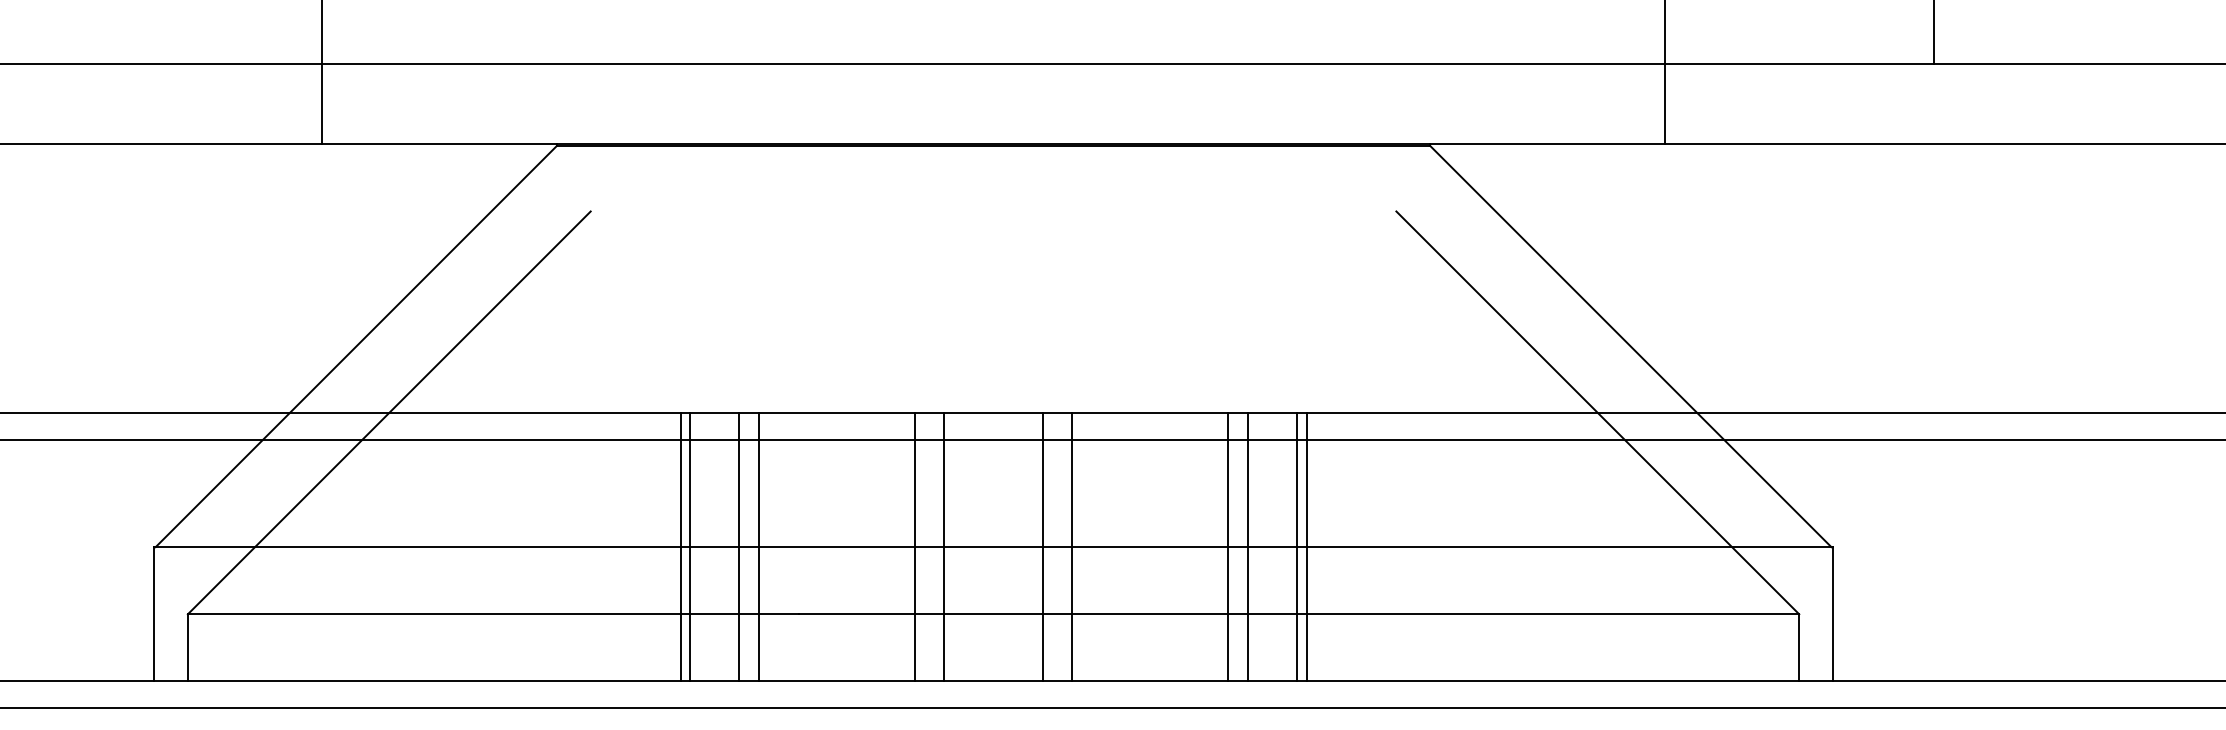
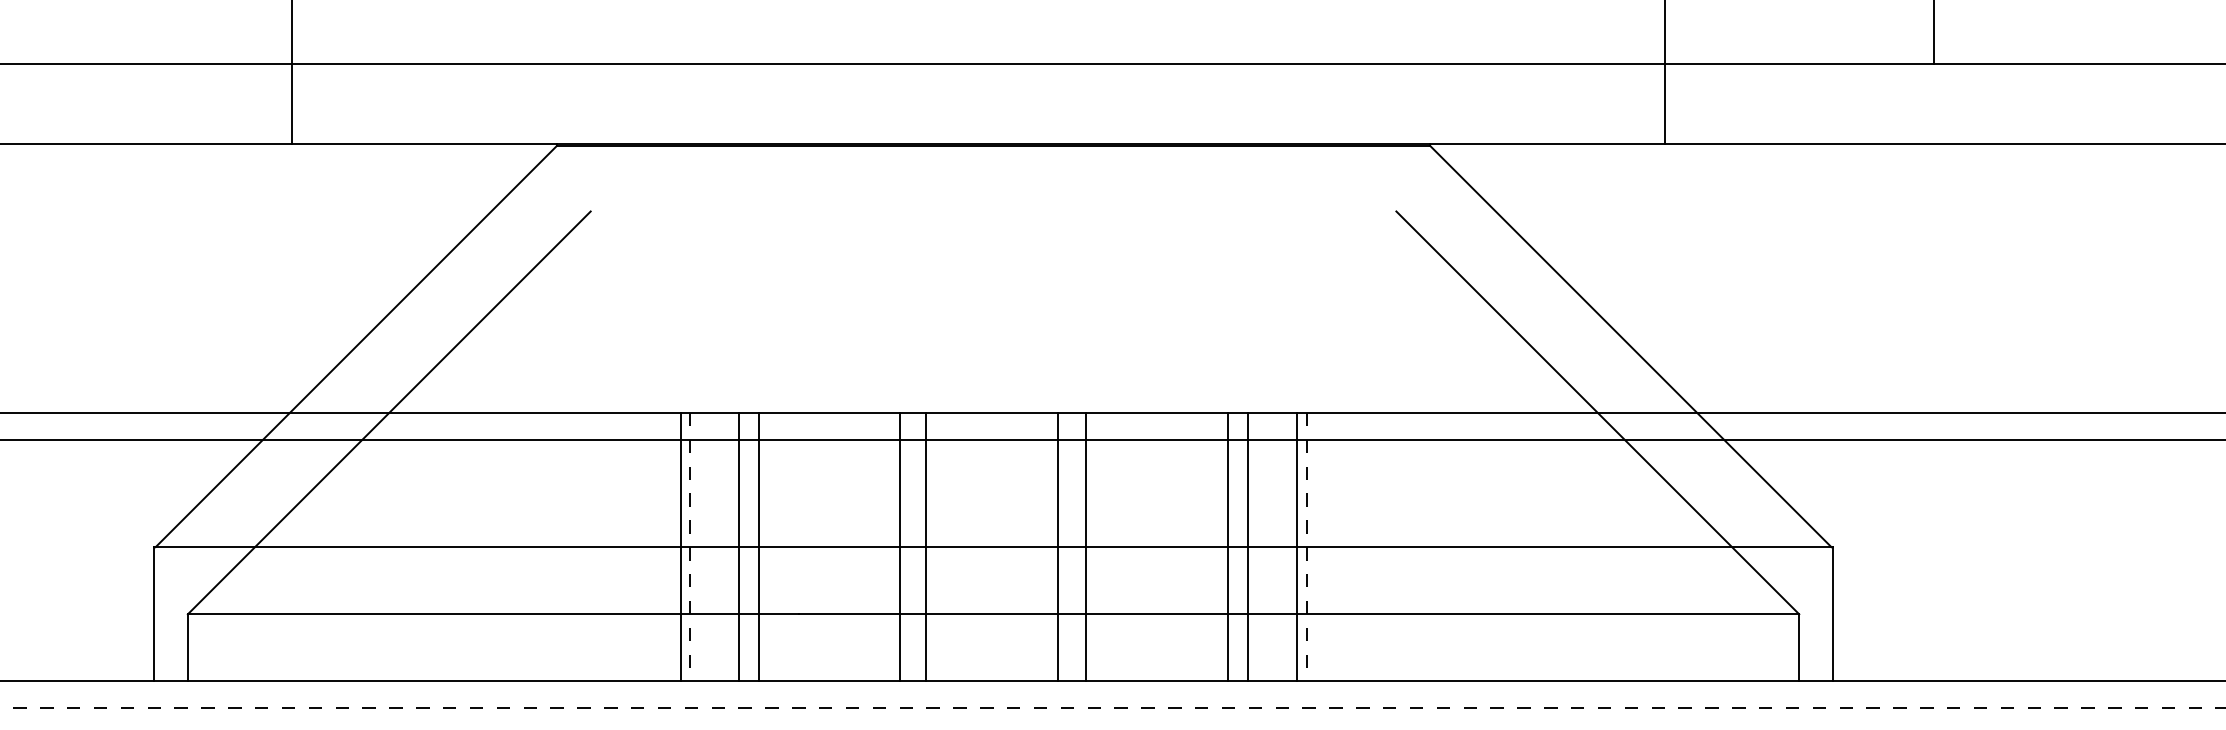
line at (322, 73) position: (322, 73) -> (292, 73)
line at (915, 546) position: (915, 546) -> (900, 546)
line at (944, 546) position: (944, 546) -> (926, 546)
line at (1042, 546) position: (1042, 546) -> (1057, 546)
line at (1072, 546) position: (1072, 546) -> (1086, 546)
line at (690, 547): solid -> dashed
line at (1306, 547): solid -> dashed
line at (1112, 708): solid -> dashed
